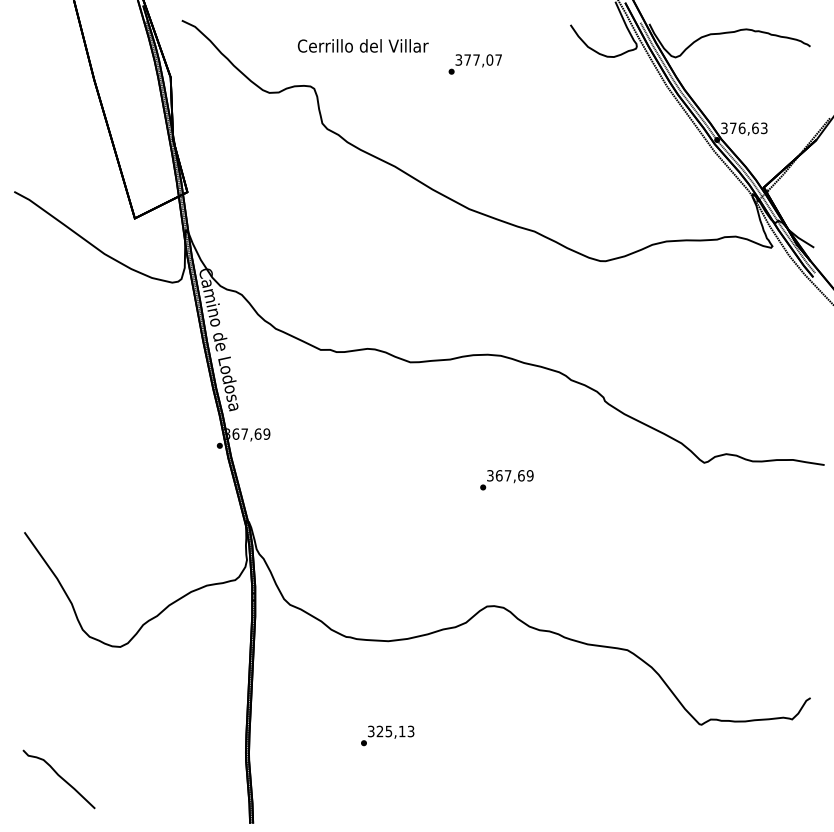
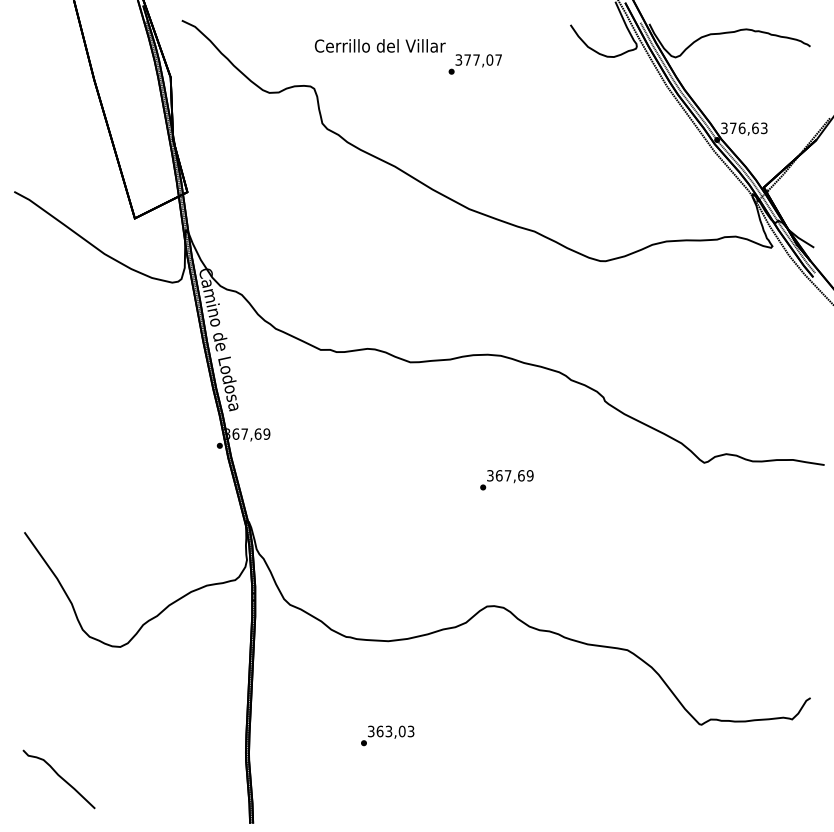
text at (362, 45) position: (362, 45) -> (379, 45)
text at (390, 731): 325,13 -> 363,03
